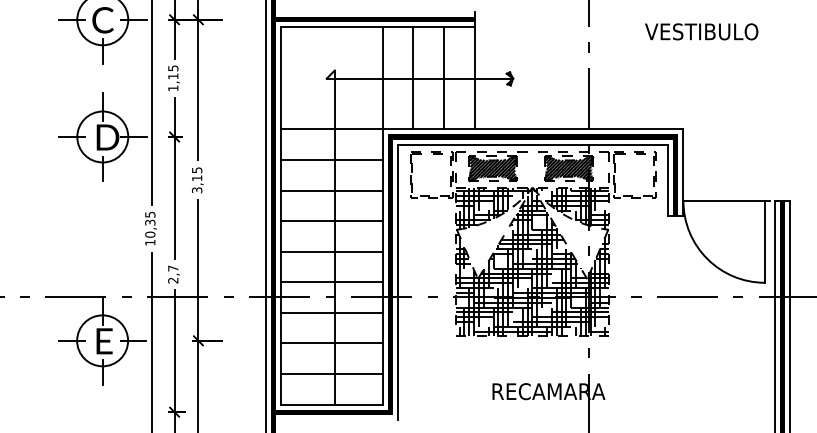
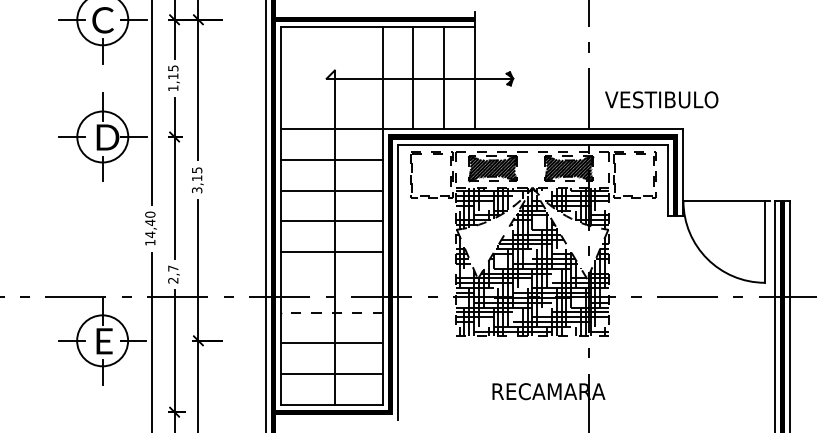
text at (701, 31) position: (701, 31) -> (661, 99)
text at (150, 224): 10,35 -> 14,40
line at (331, 282): present -> none
line at (331, 312): solid -> dashed
